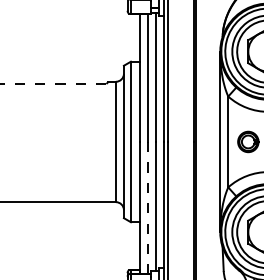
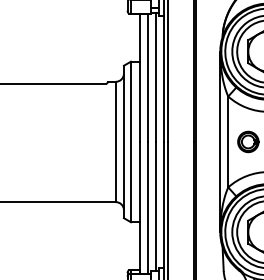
line at (53, 83): dashed -> solid
line at (148, 207): dashed -> solid
